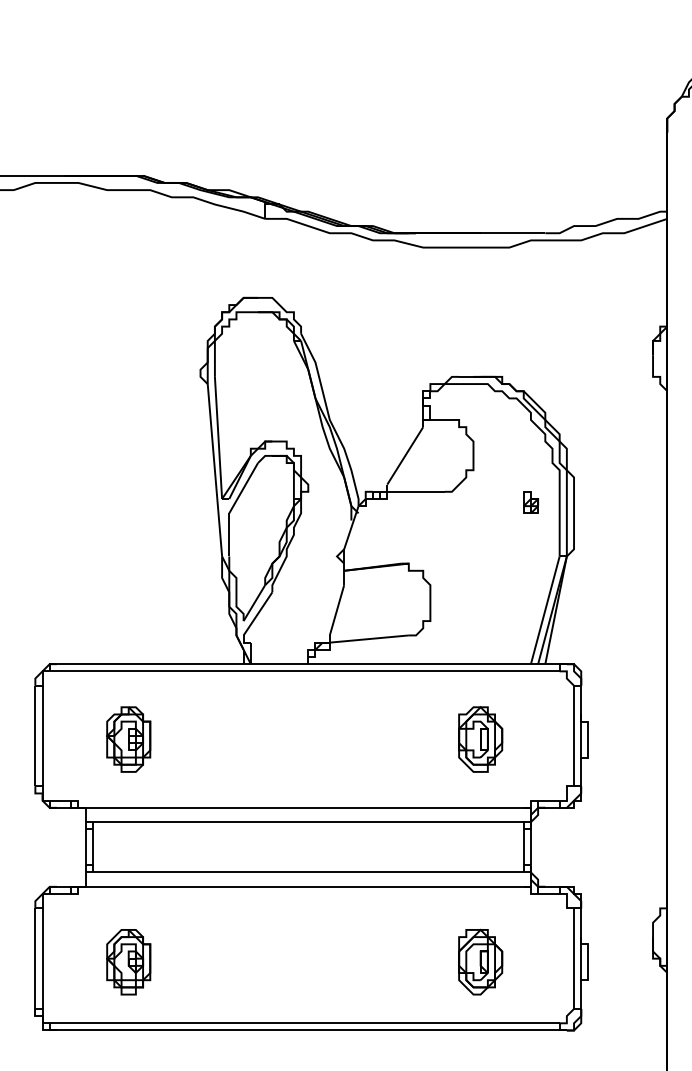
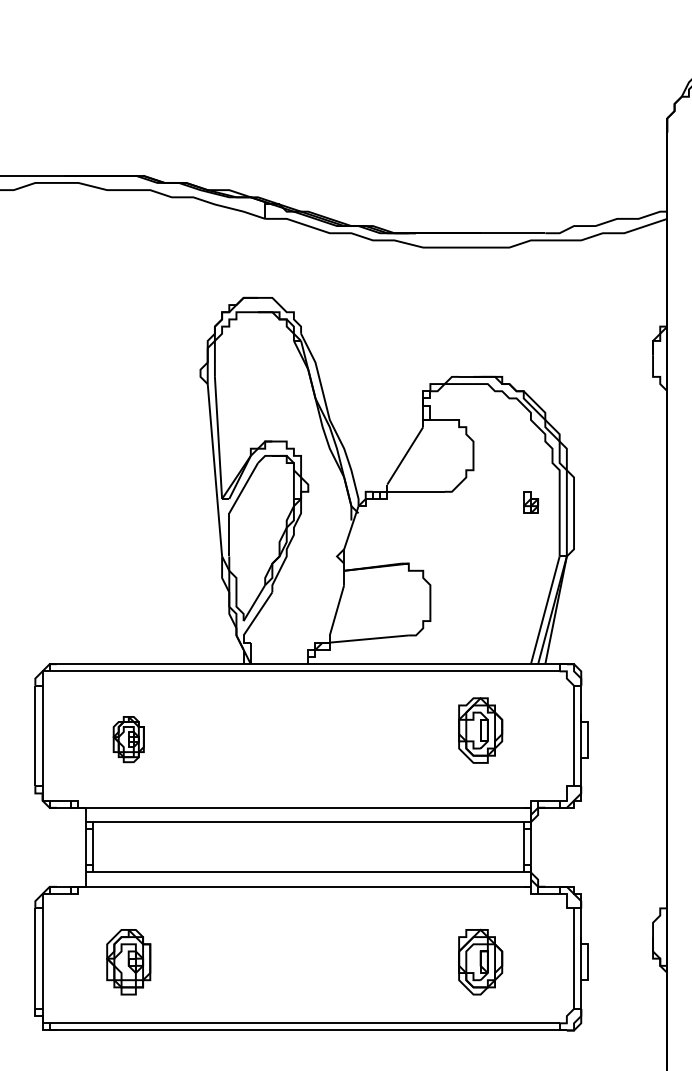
part at (128, 739) size: 46x67 px -> 33x48 px
part at (480, 739) position: (480, 739) -> (480, 730)
